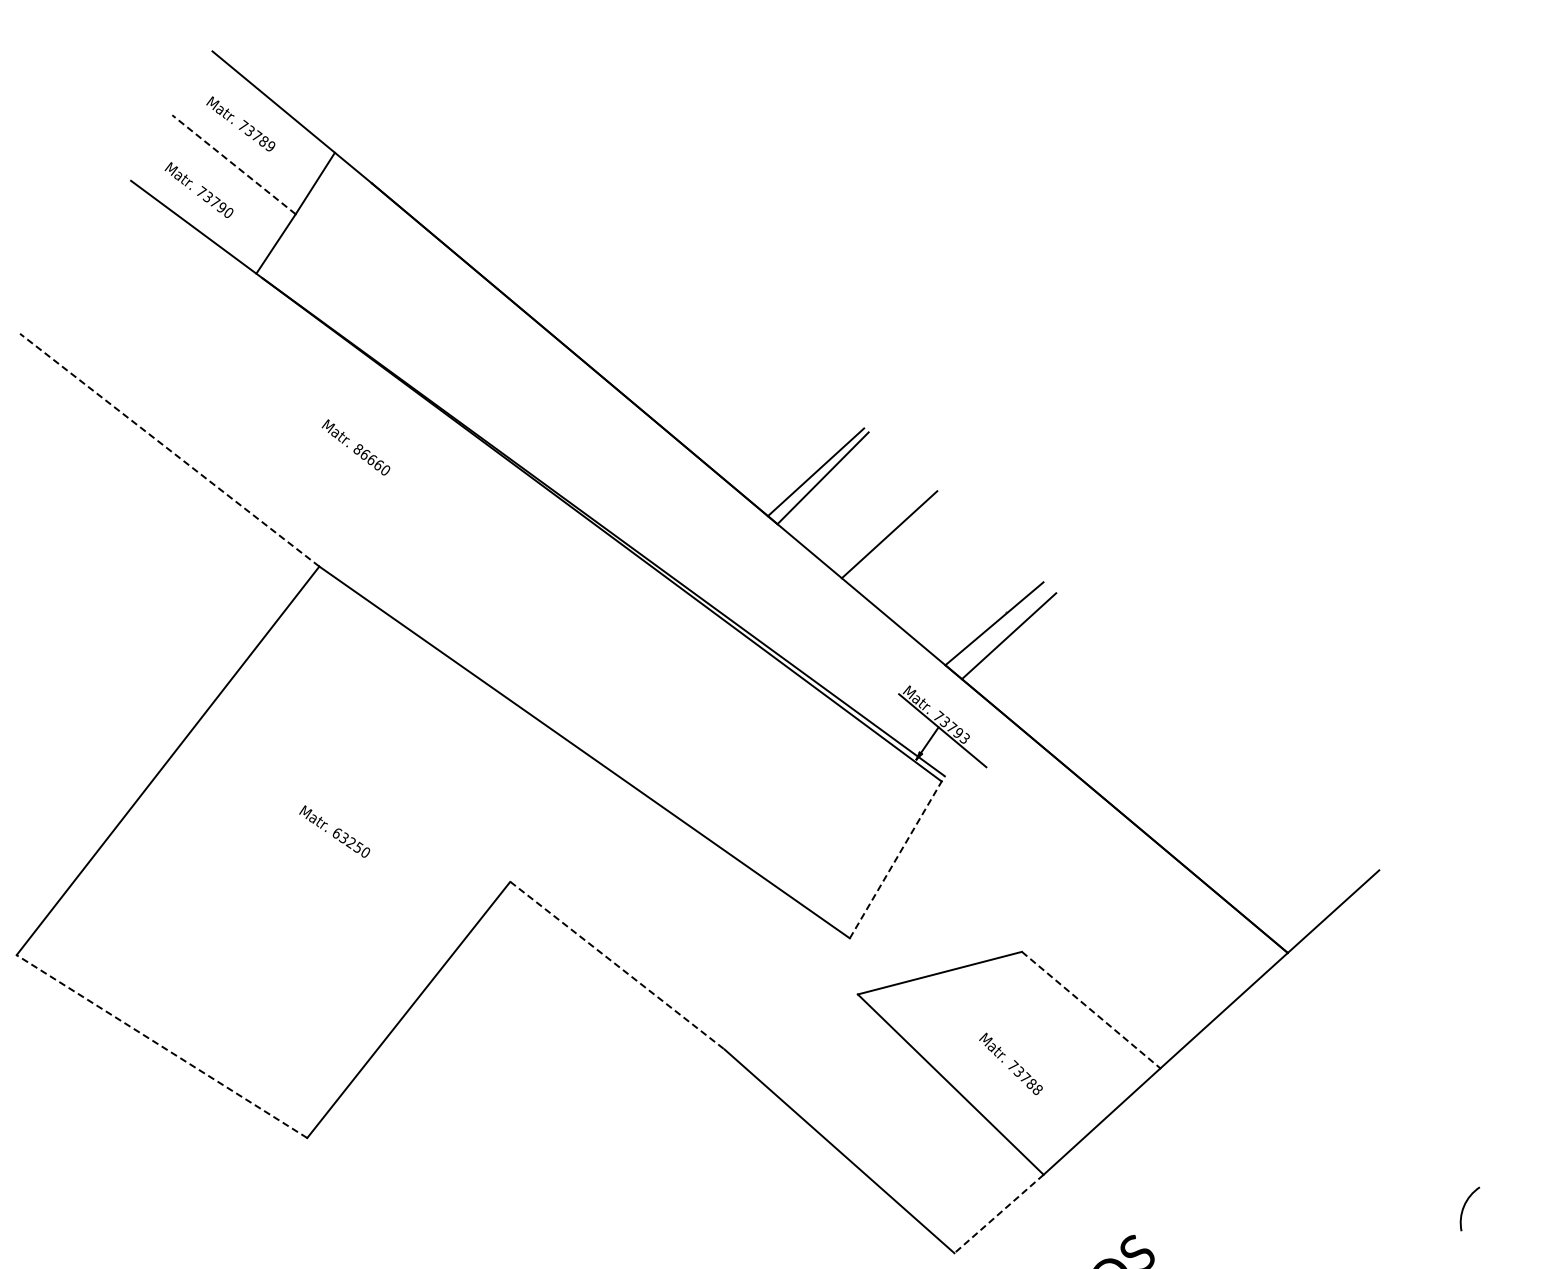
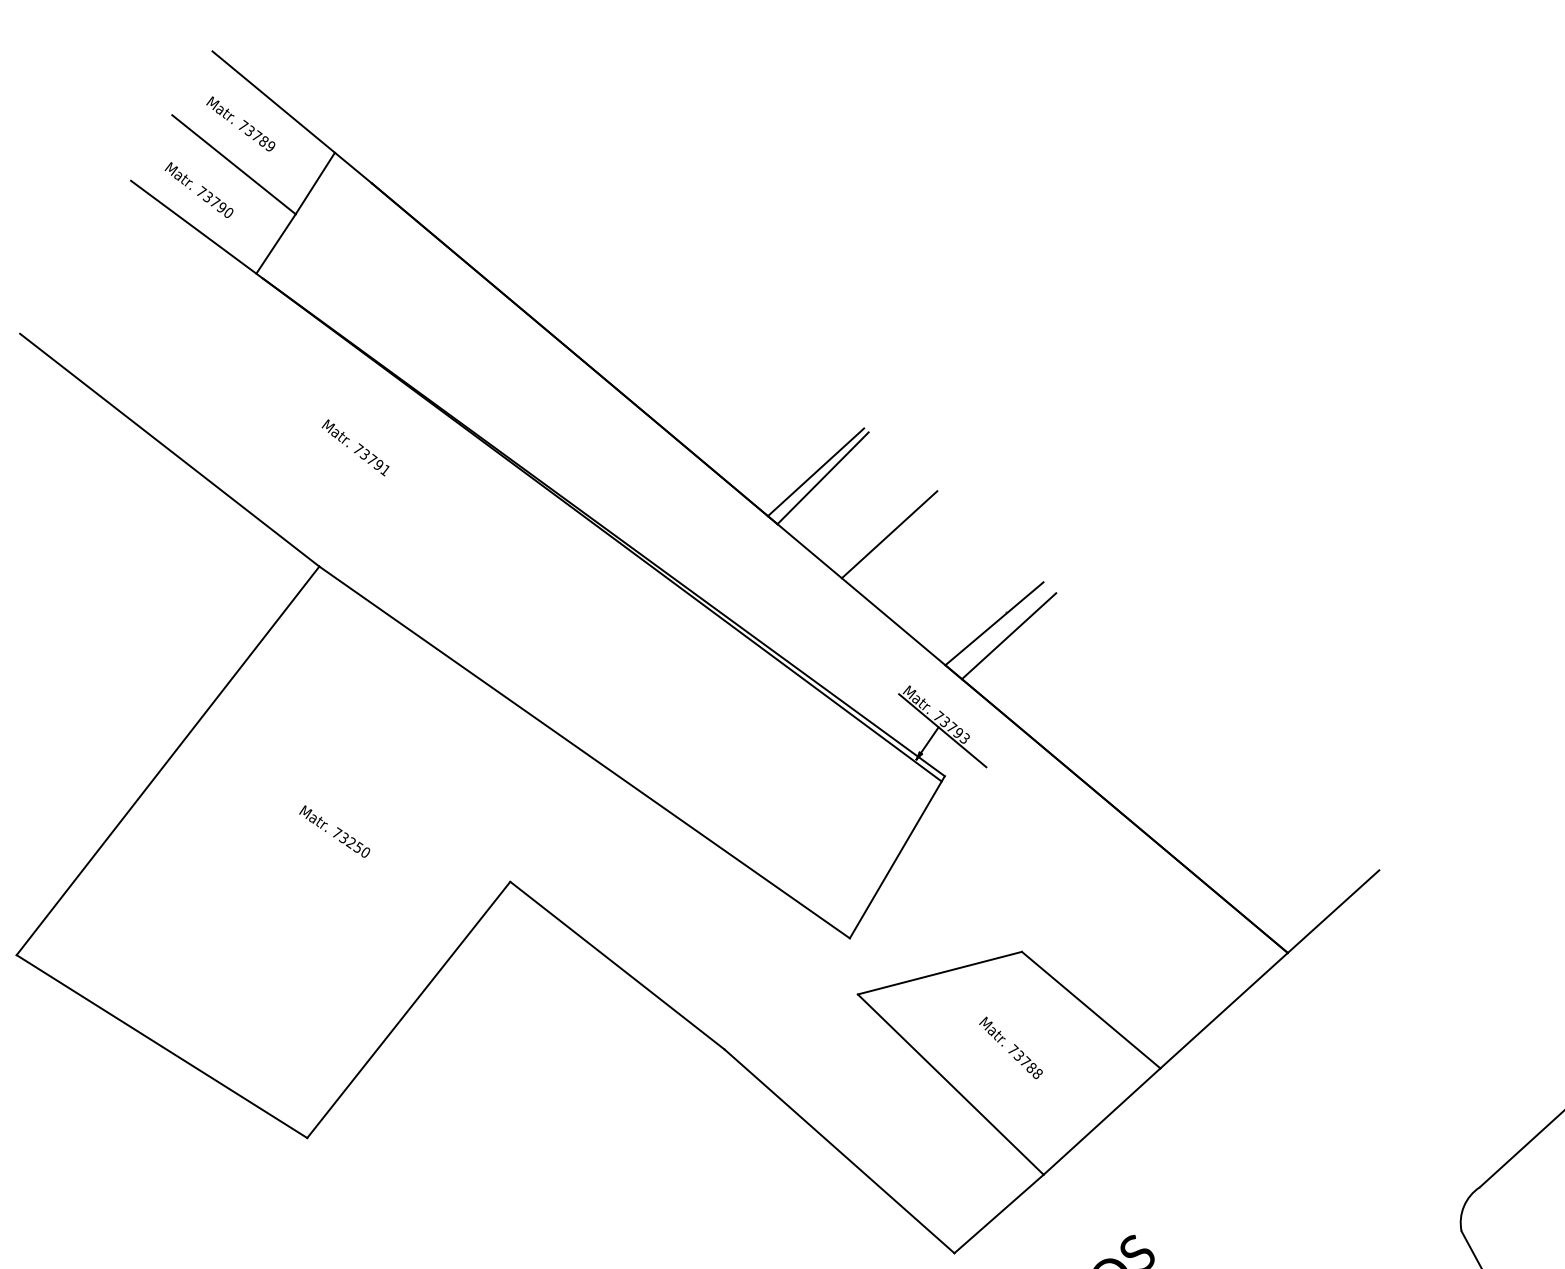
line at (233, 164): dashed -> solid
line at (169, 450): dashed -> solid
text at (371, 459): 86660 -> 73791
text at (337, 832): 63250 -> 73250
line at (897, 857): dashed -> solid
line at (617, 965): dashed -> solid
line at (1091, 1010): dashed -> solid
line at (161, 1046): dashed -> solid
text at (1010, 1063) position: (1010, 1063) -> (1010, 1047)
line at (1520, 1150): none -> present
line at (998, 1214): dashed -> solid
line at (1470, 1248): none -> present
